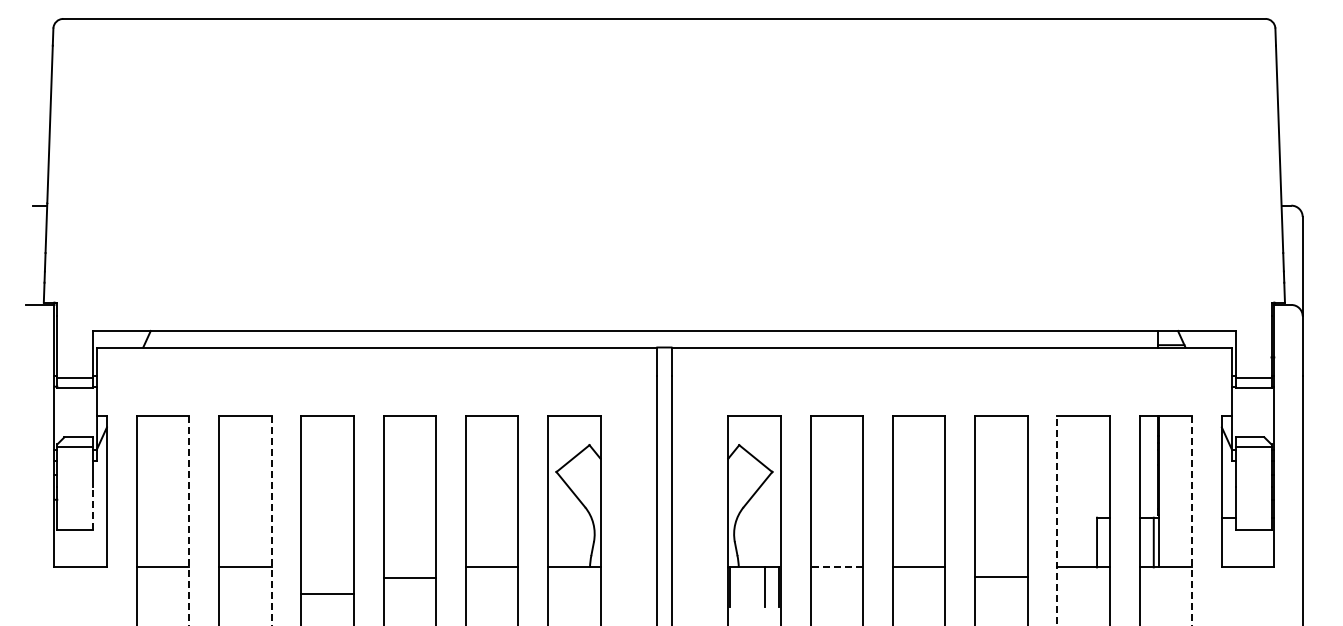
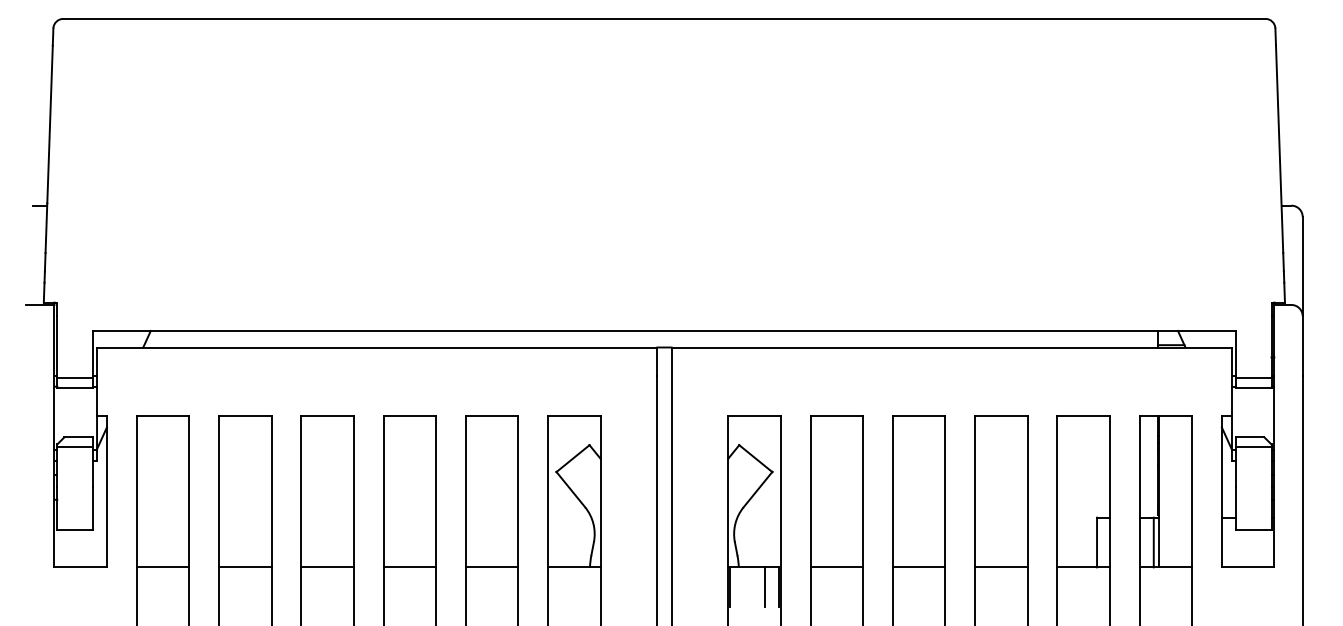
line at (92, 507): dashed -> solid
line at (189, 520): dashed -> solid
line at (271, 520): dashed -> solid
line at (1057, 520): dashed -> solid
line at (1192, 520): dashed -> solid
line at (836, 567): dashed -> solid
line at (1001, 577) position: (1001, 577) -> (1001, 567)
line at (409, 578) position: (409, 578) -> (409, 567)
line at (327, 594) position: (327, 594) -> (327, 567)
